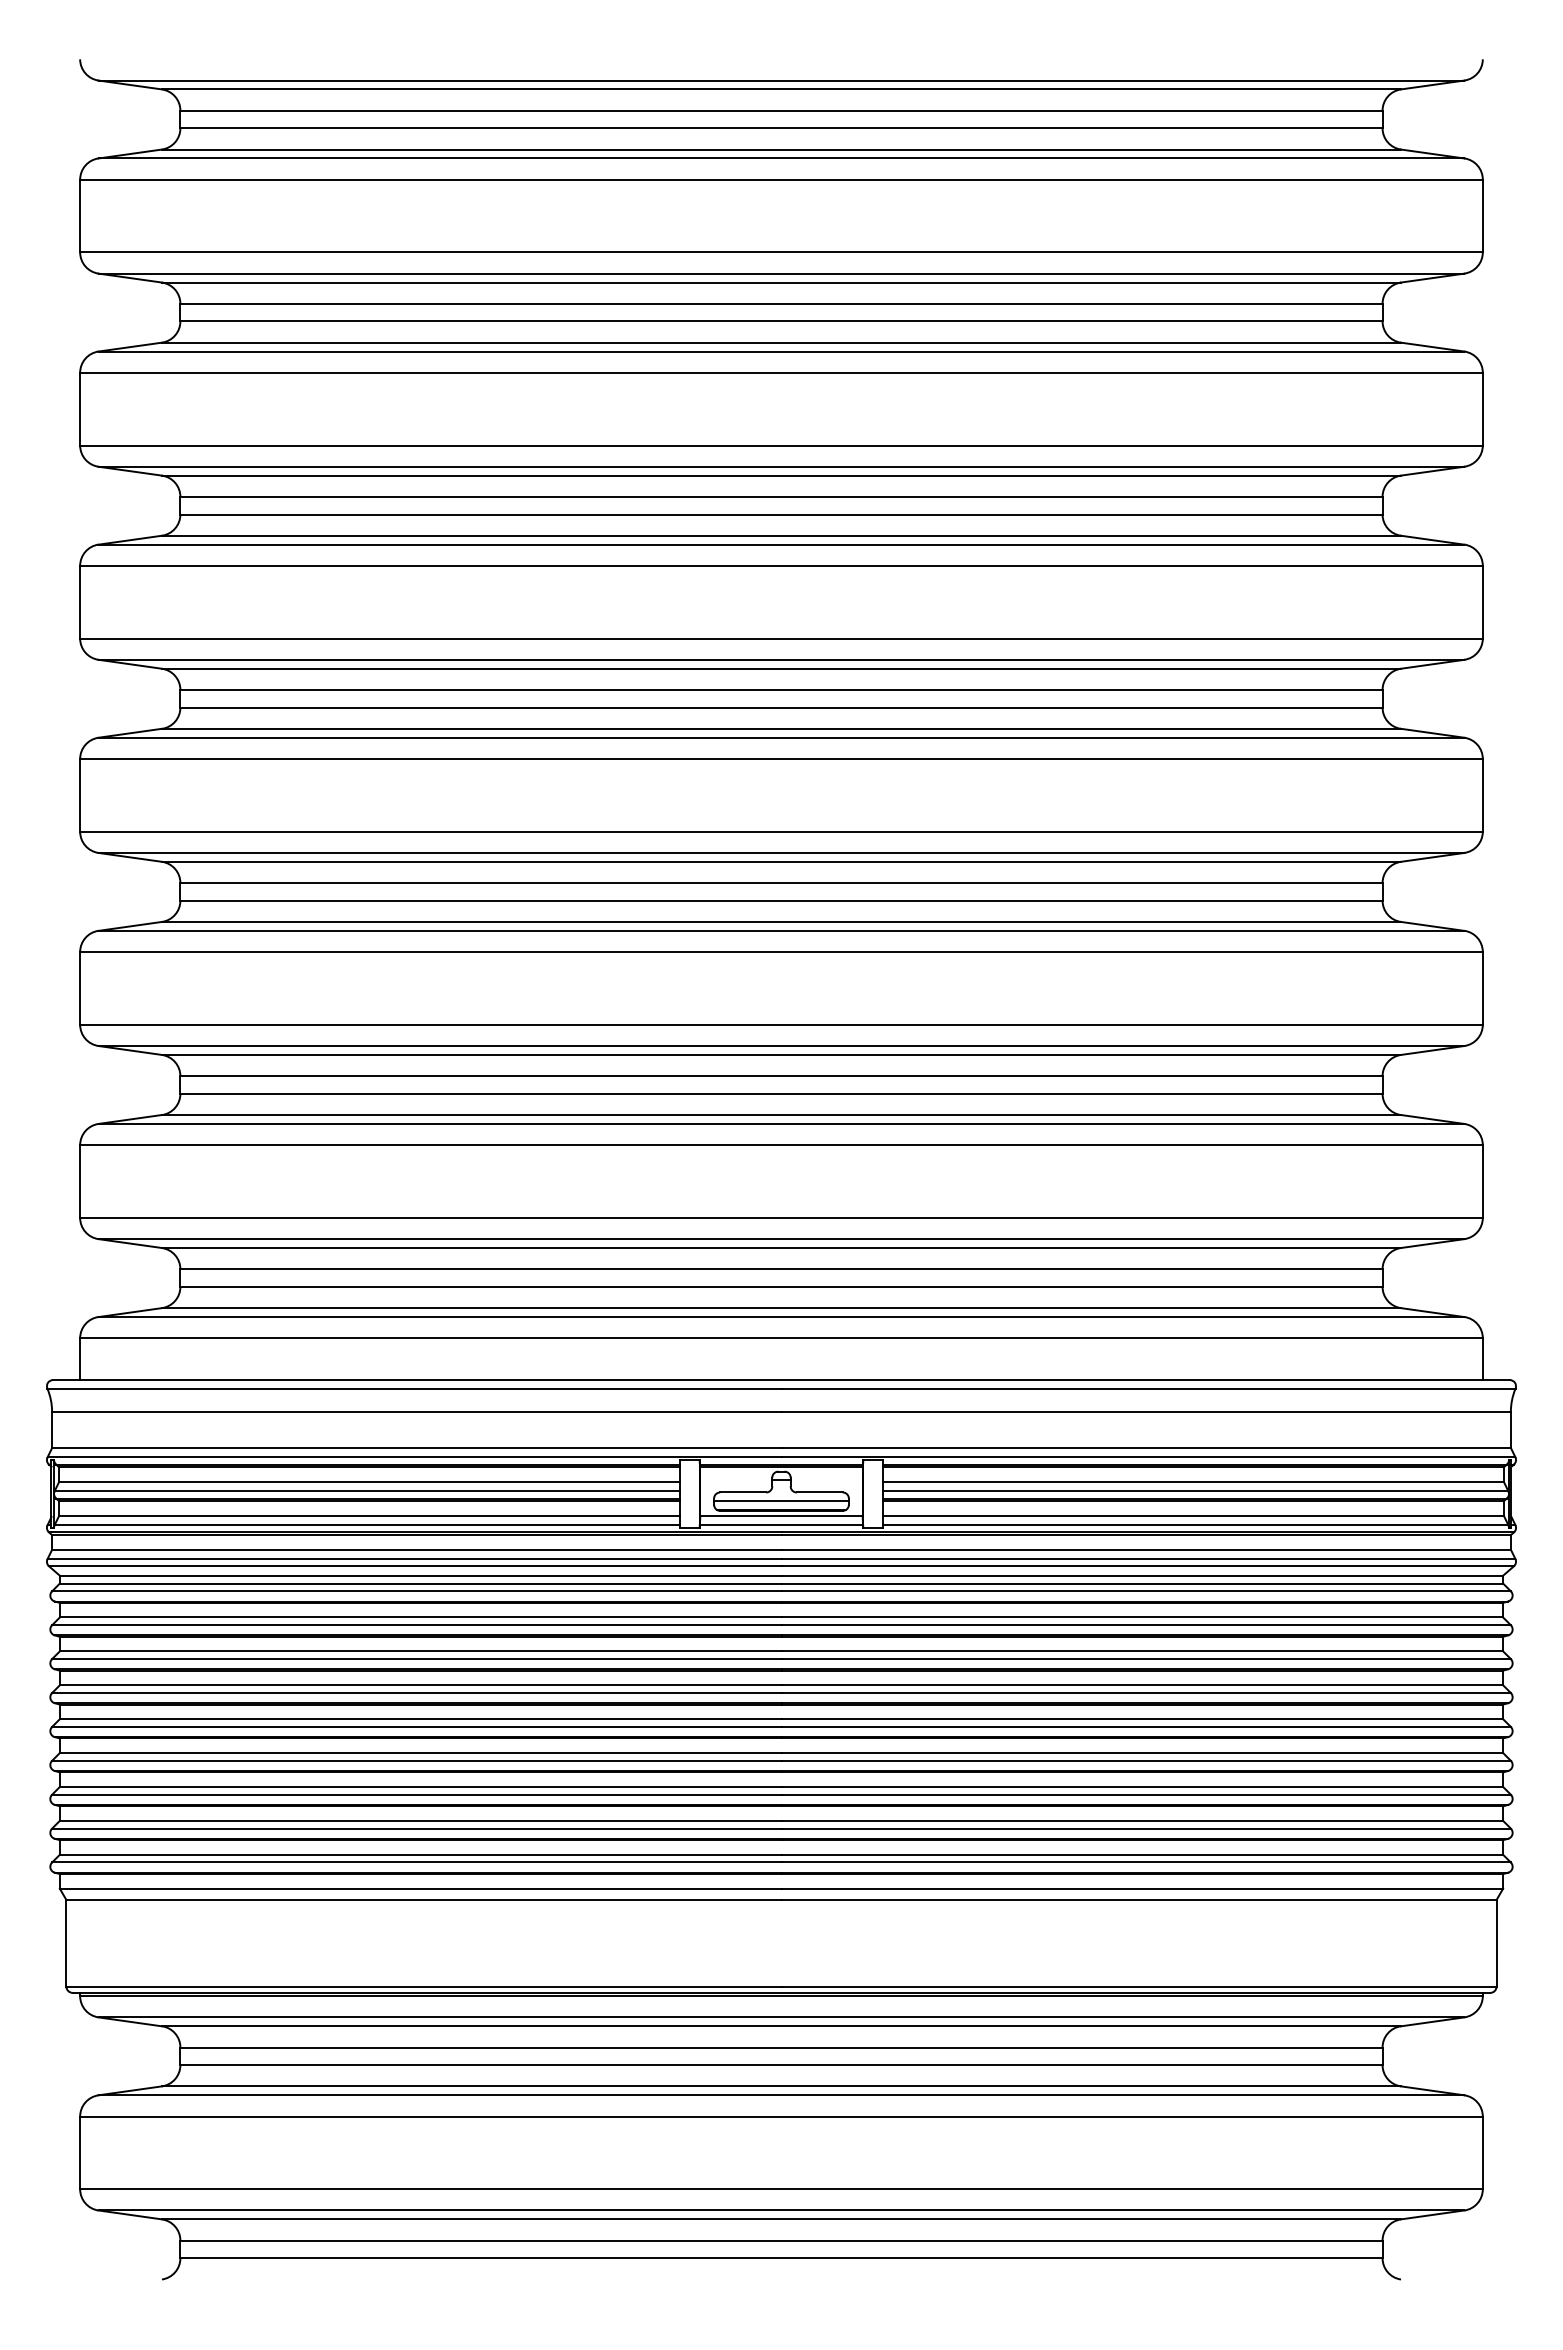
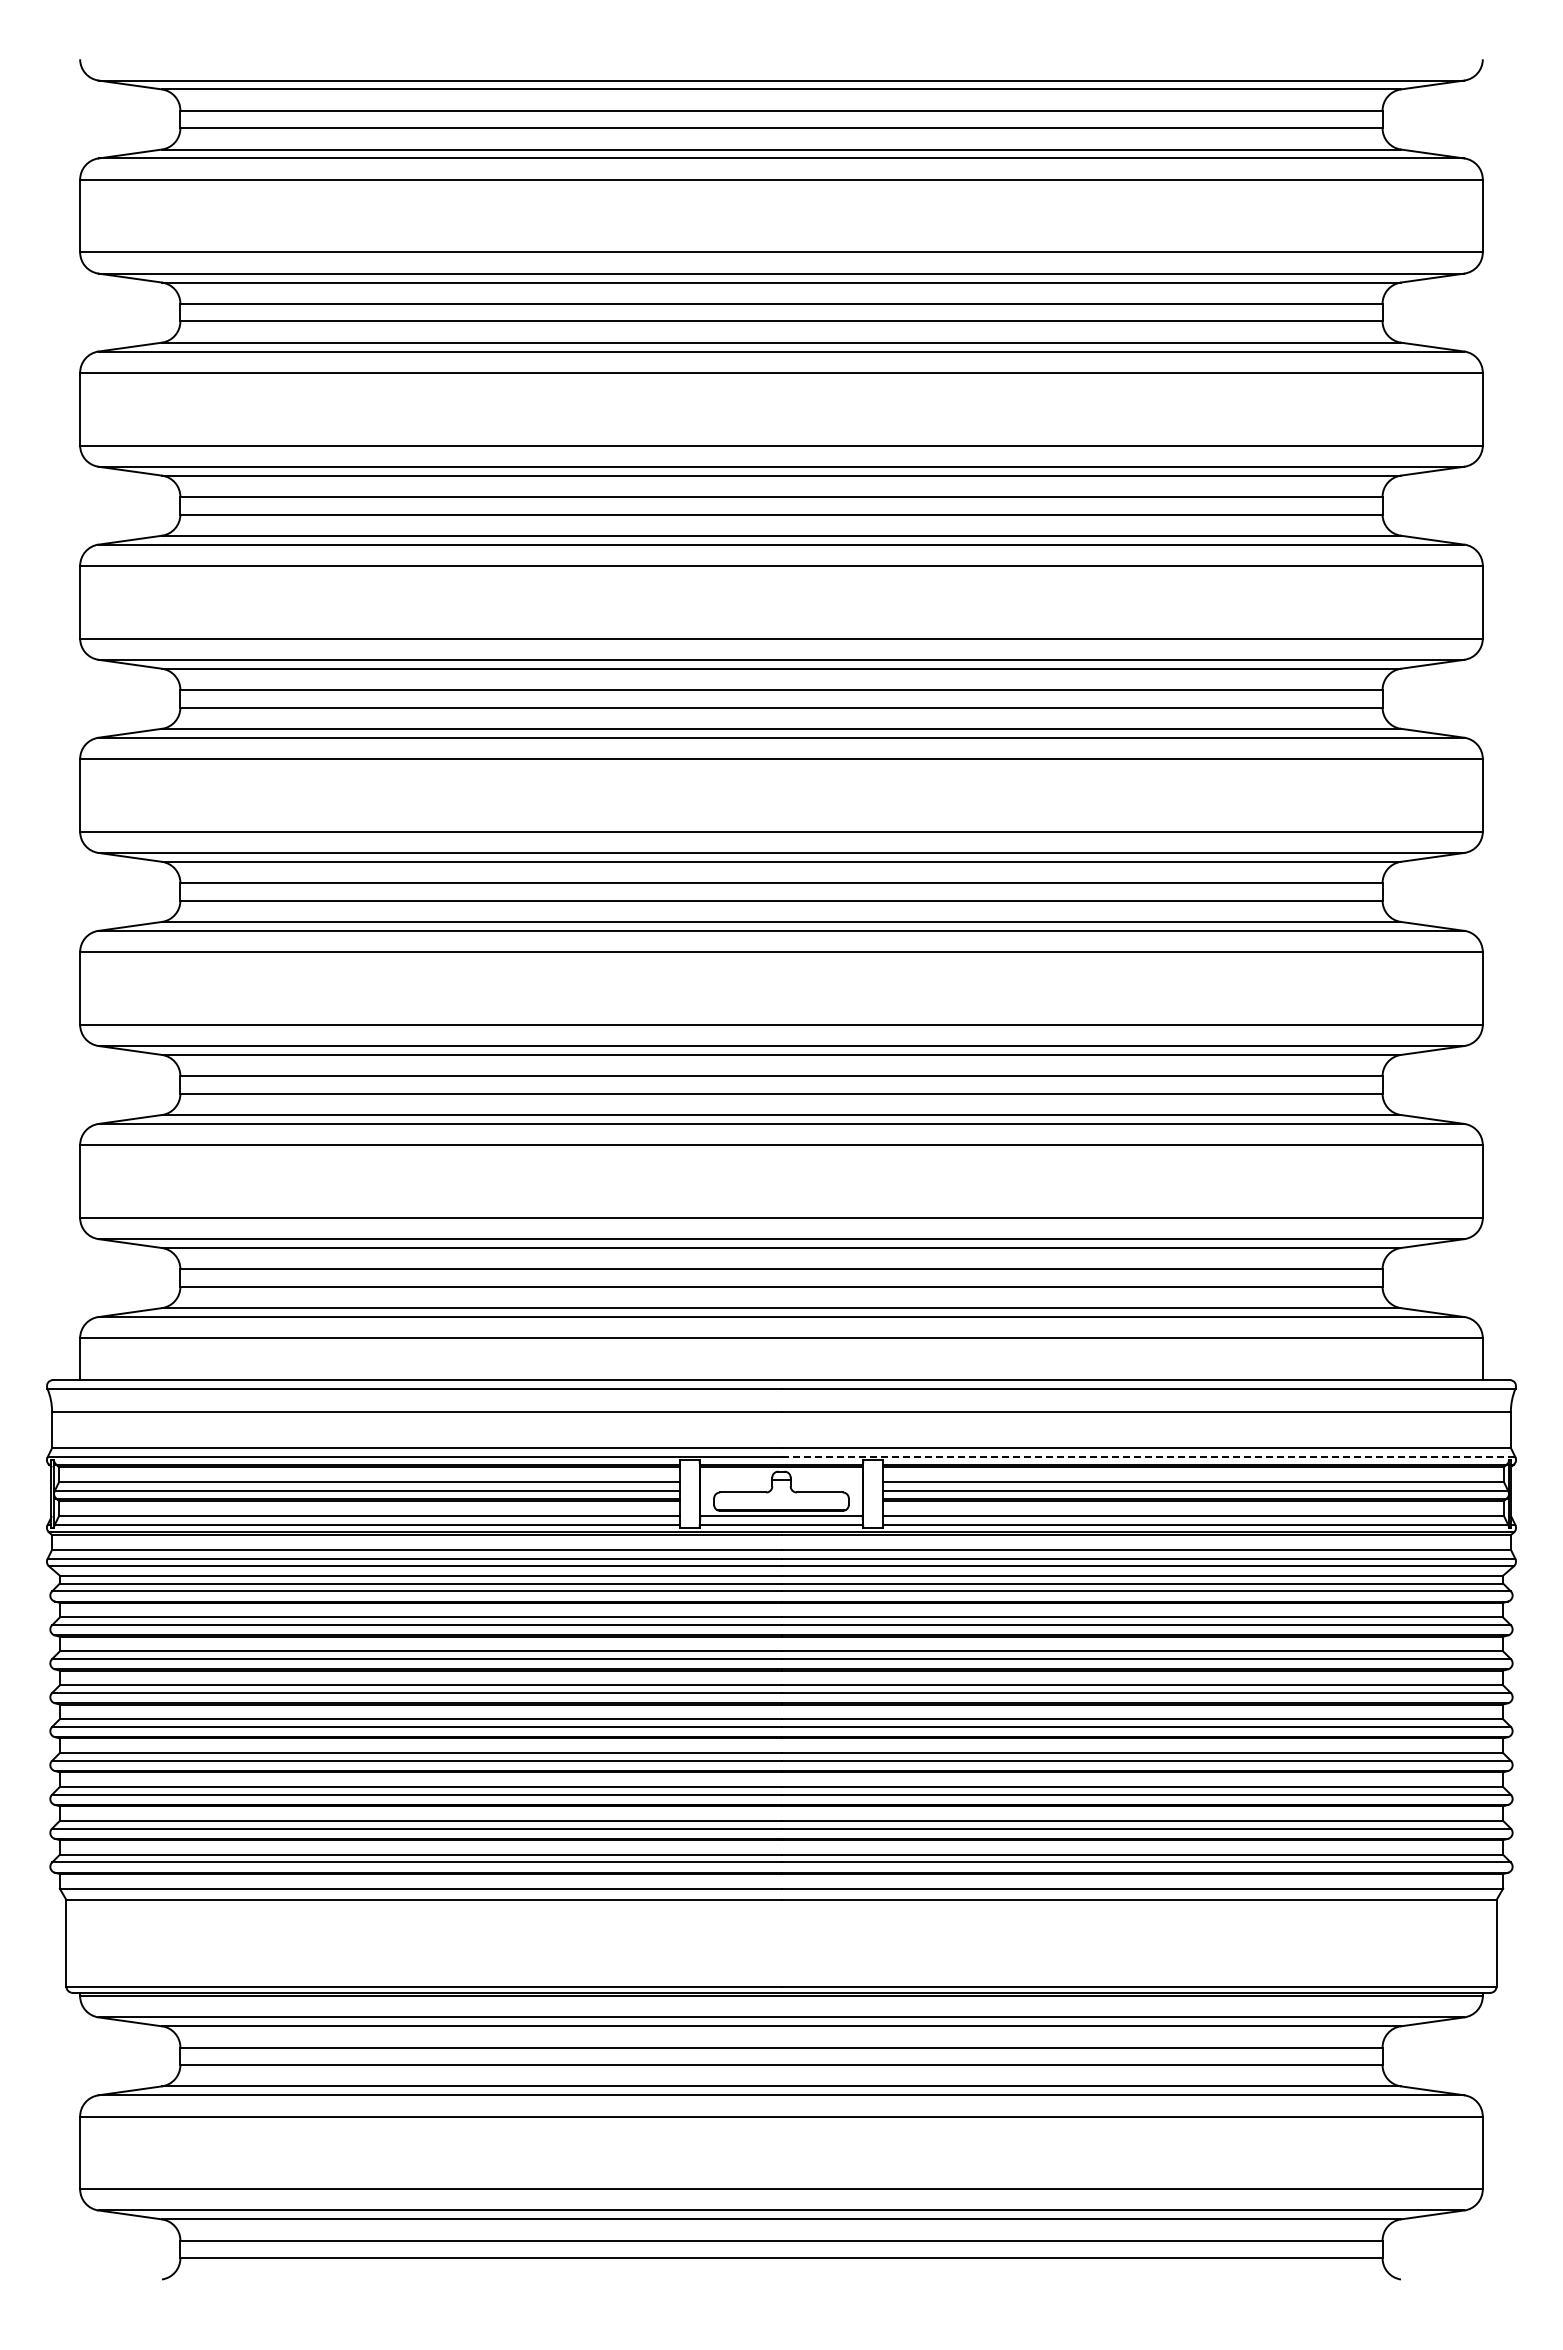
line at (1148, 1457): solid -> dashed
line at (781, 1501): present -> none
